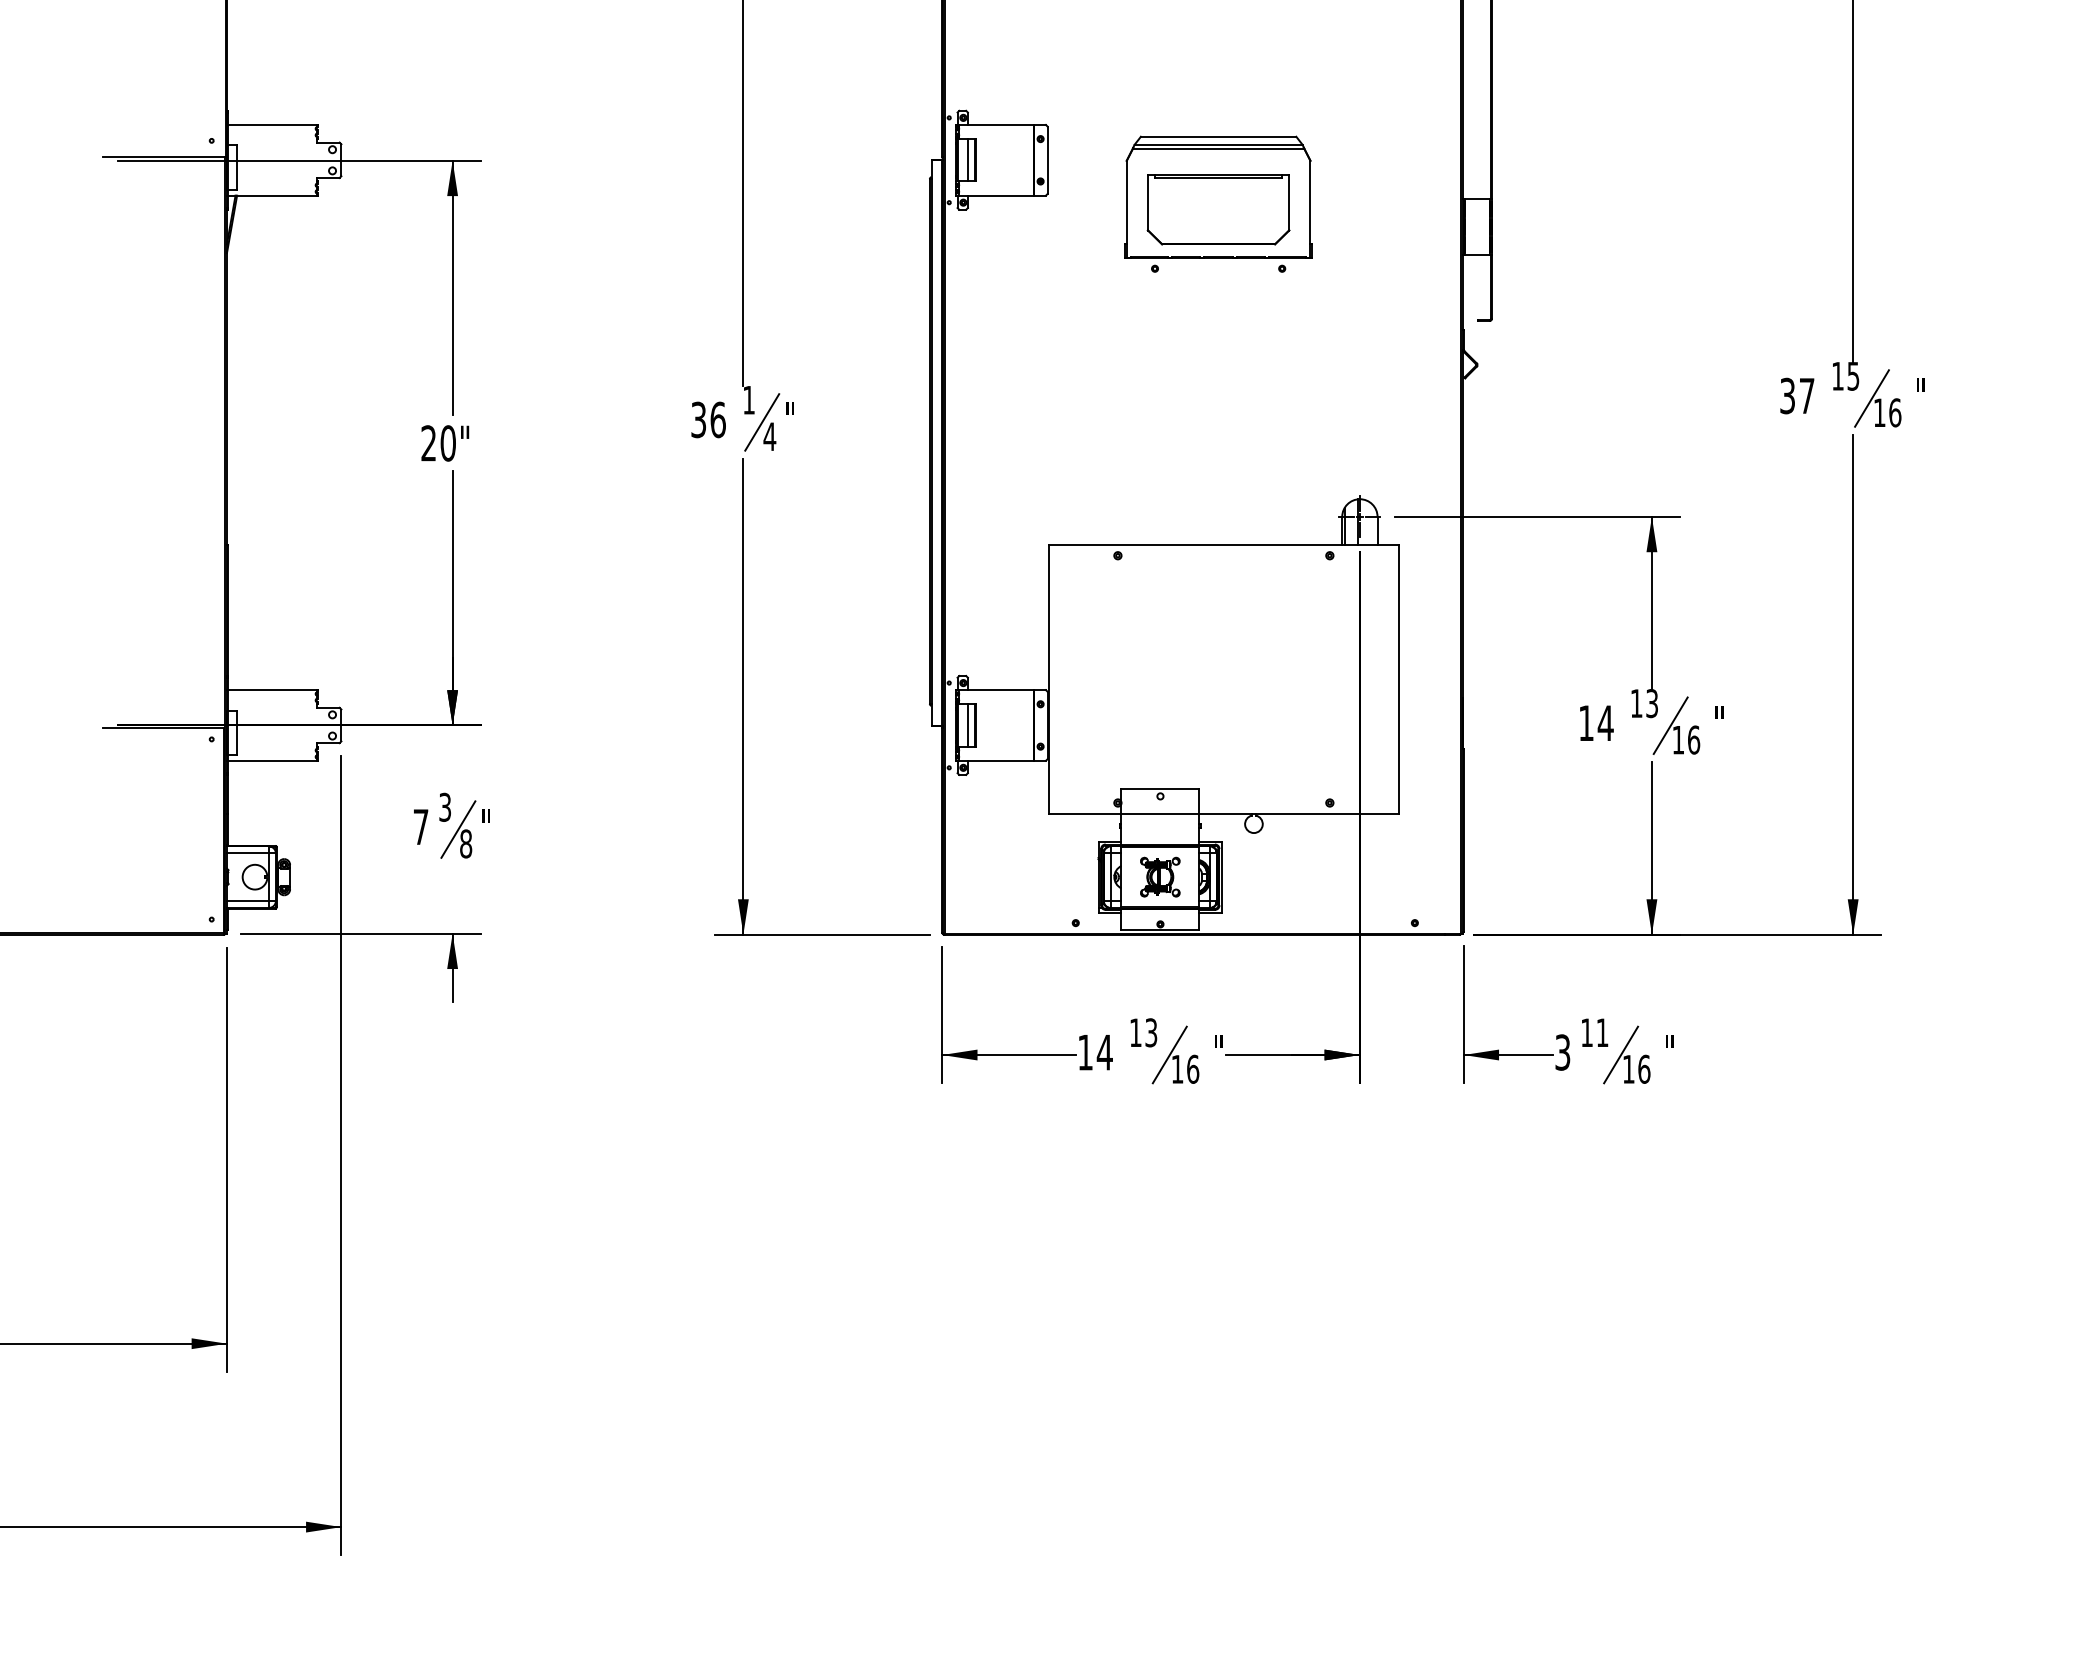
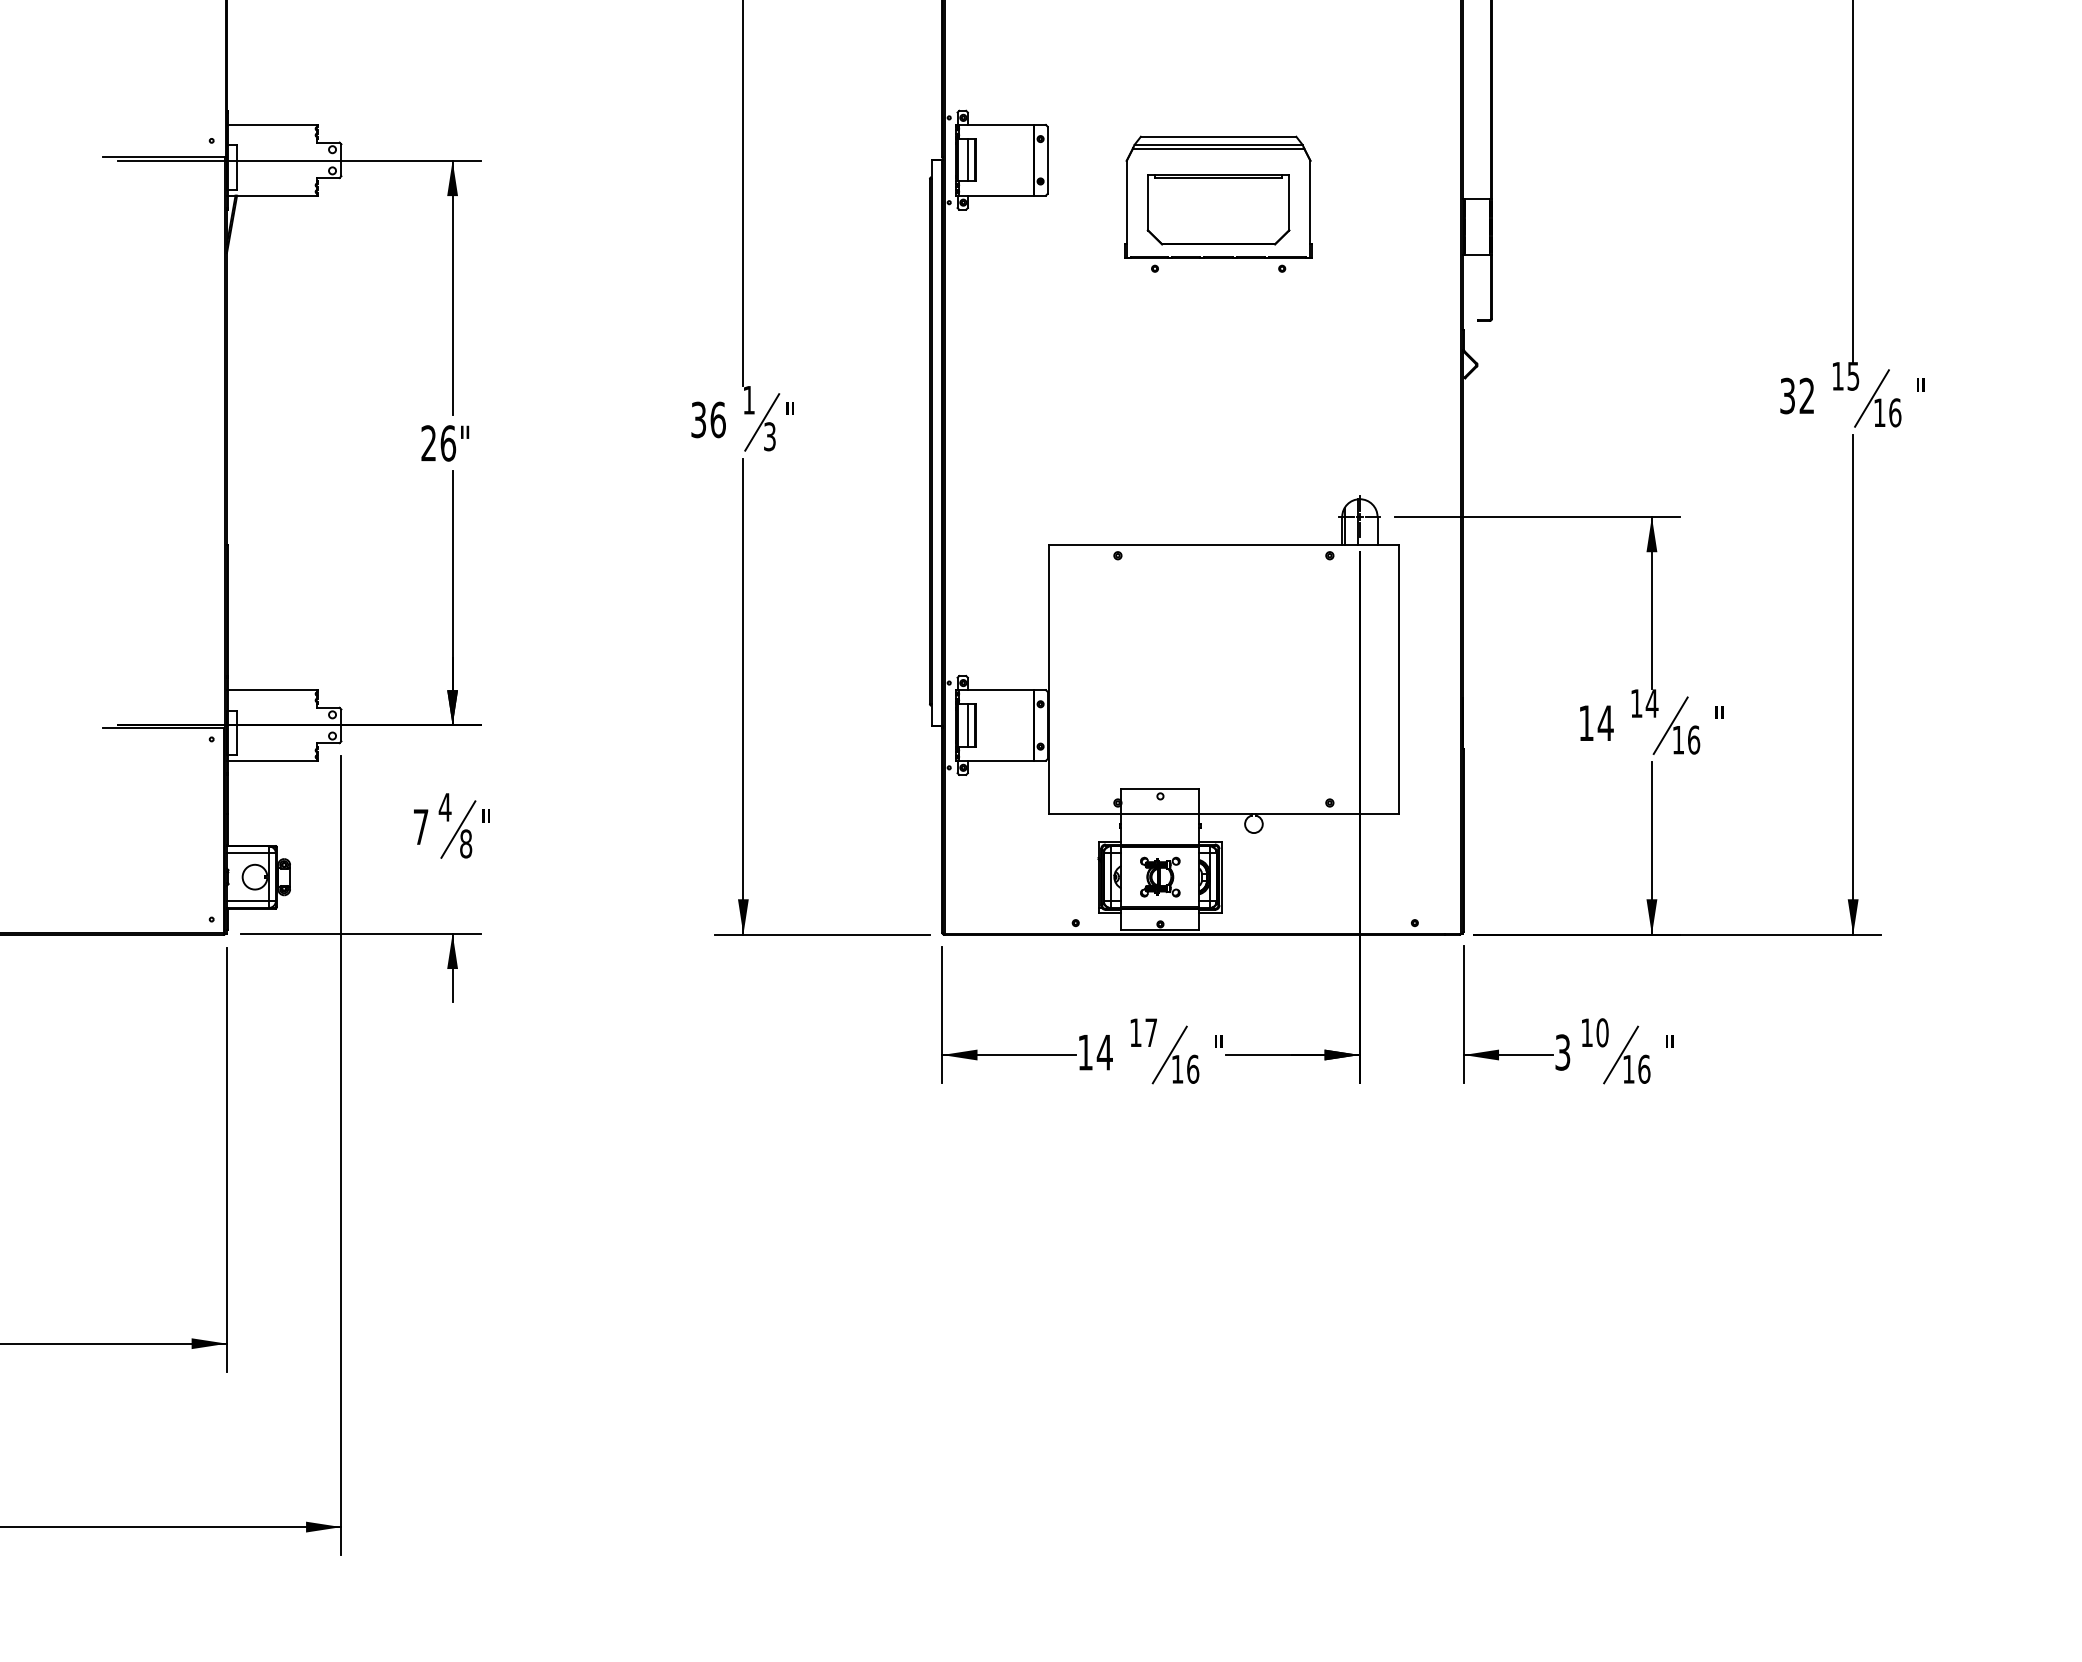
text at (1806, 395): 37 -> 32
text at (769, 436): 4 -> 3
text at (448, 443): 20" -> 26"
text at (1651, 703): 13 -> 14
text at (444, 806): 3 -> 4
text at (1151, 1032): 13 -> 17
text at (1602, 1032): 11 -> 10
